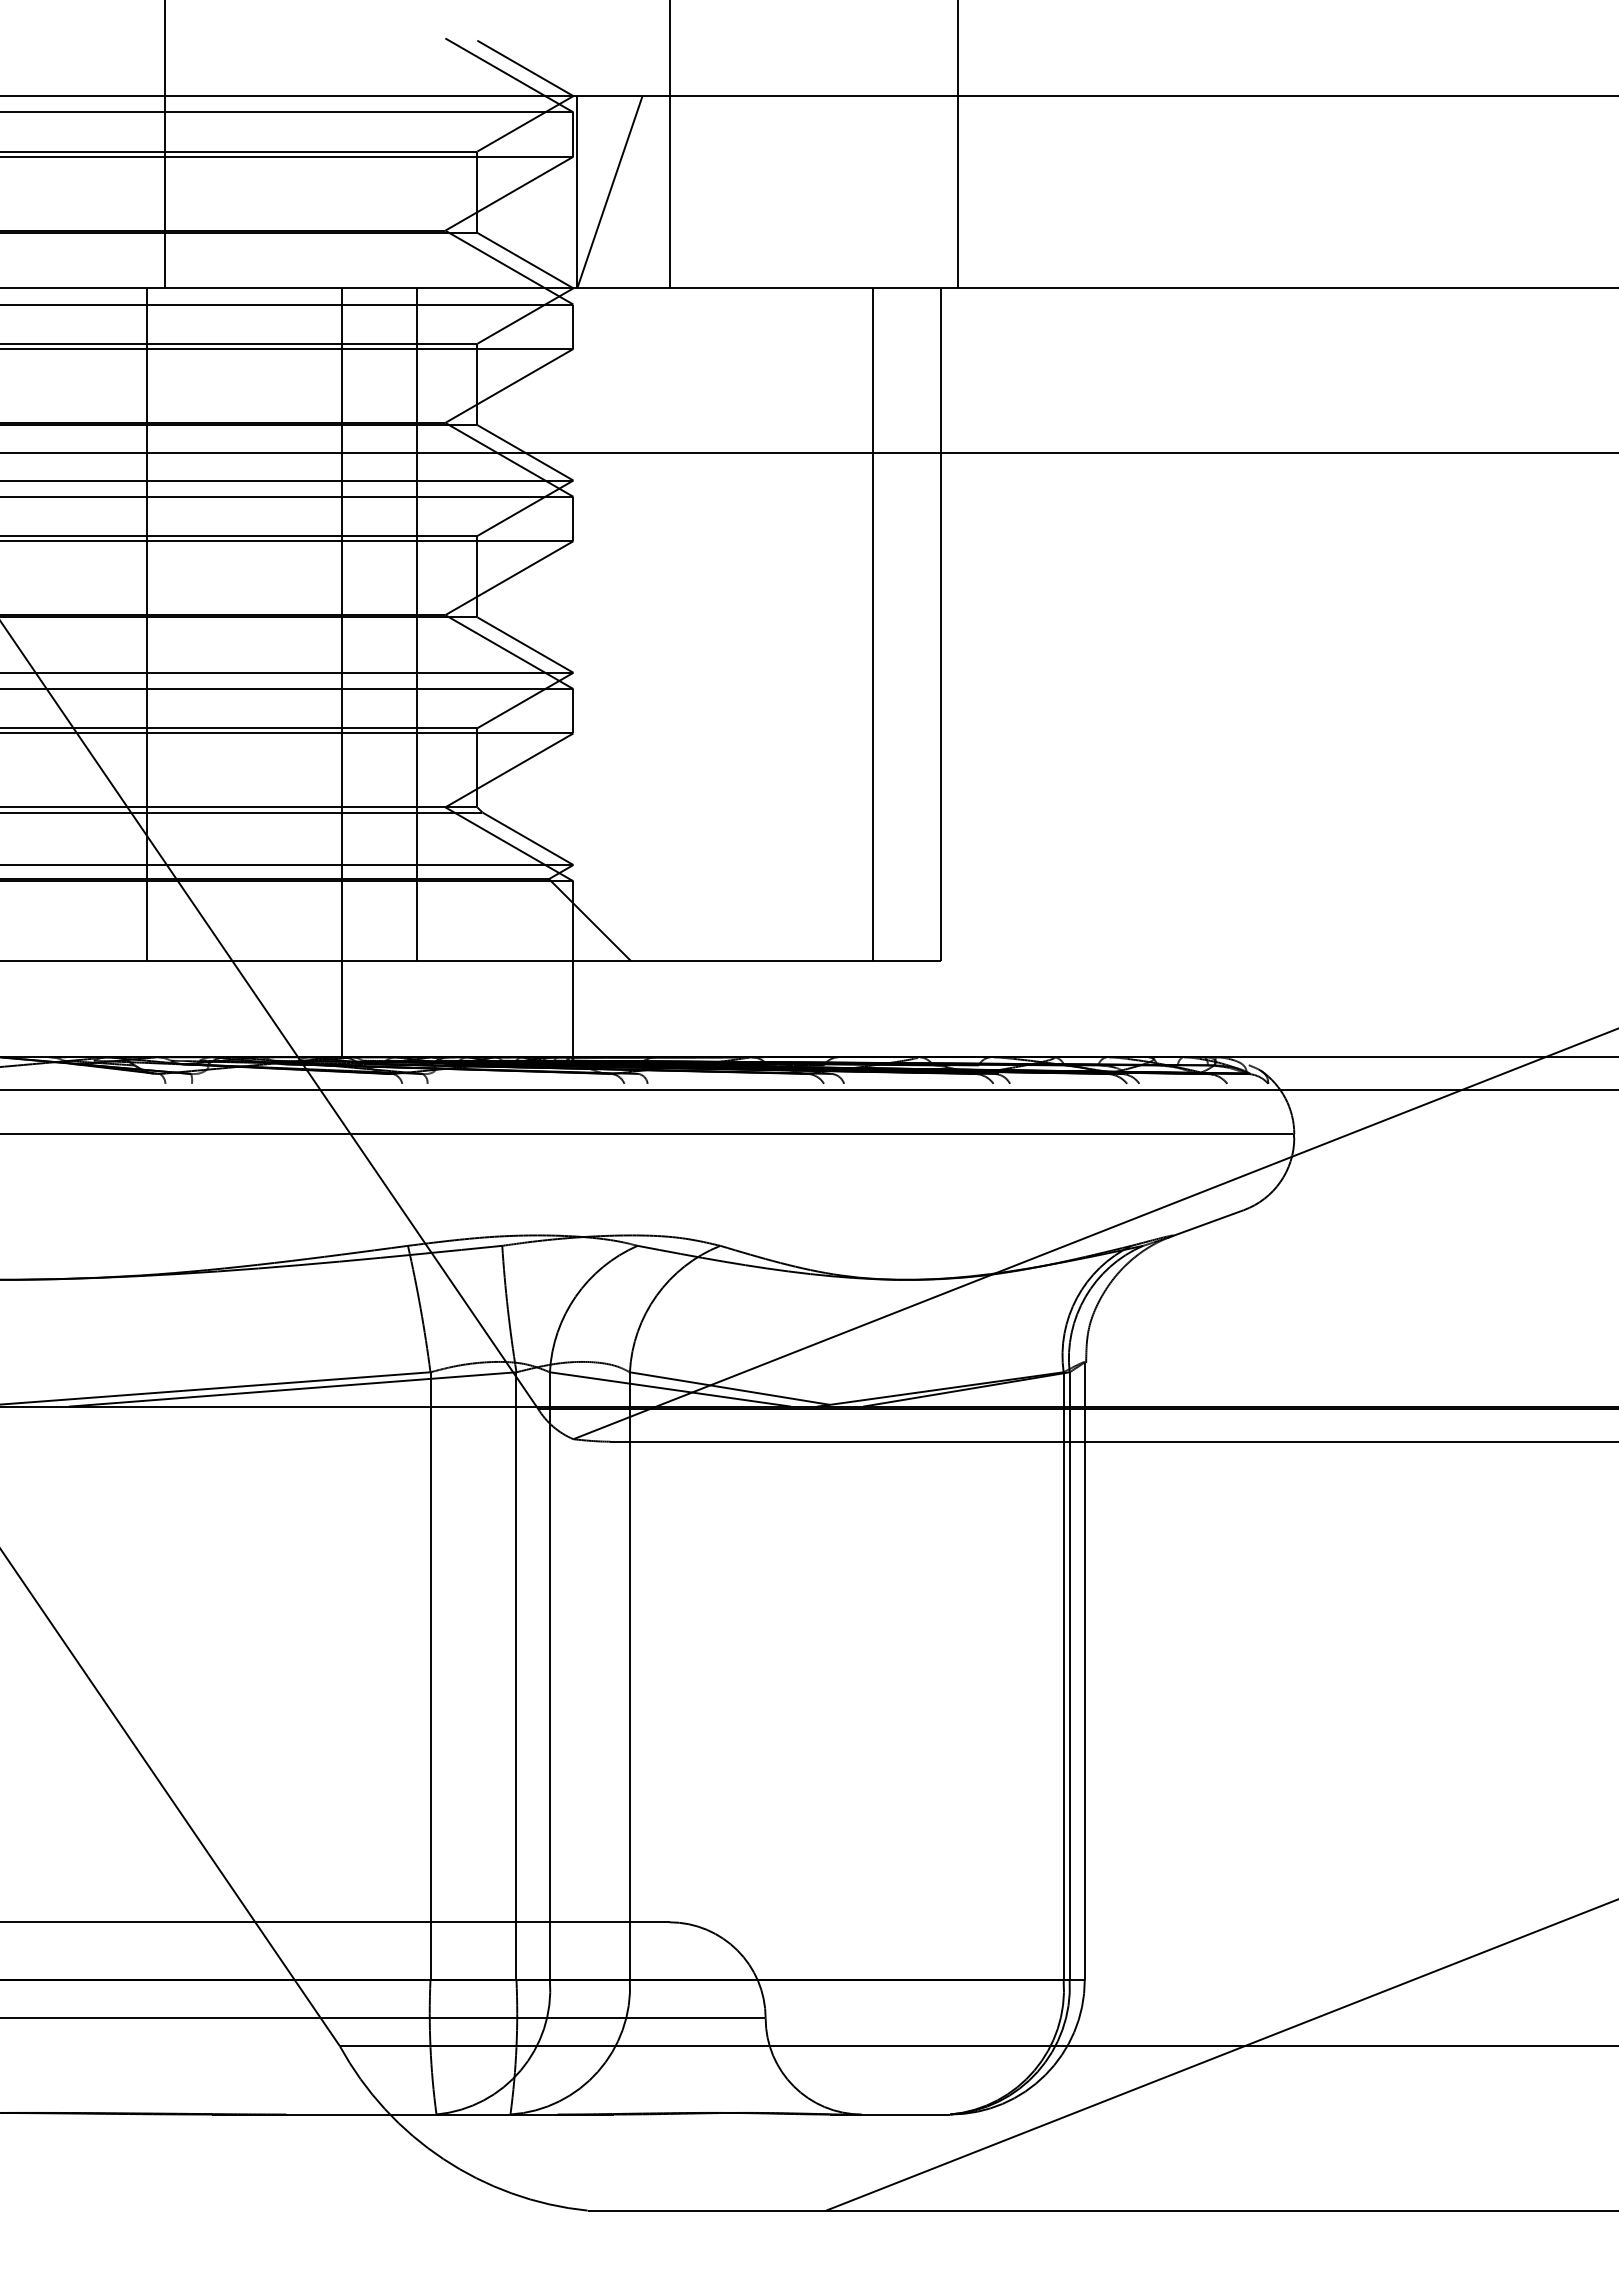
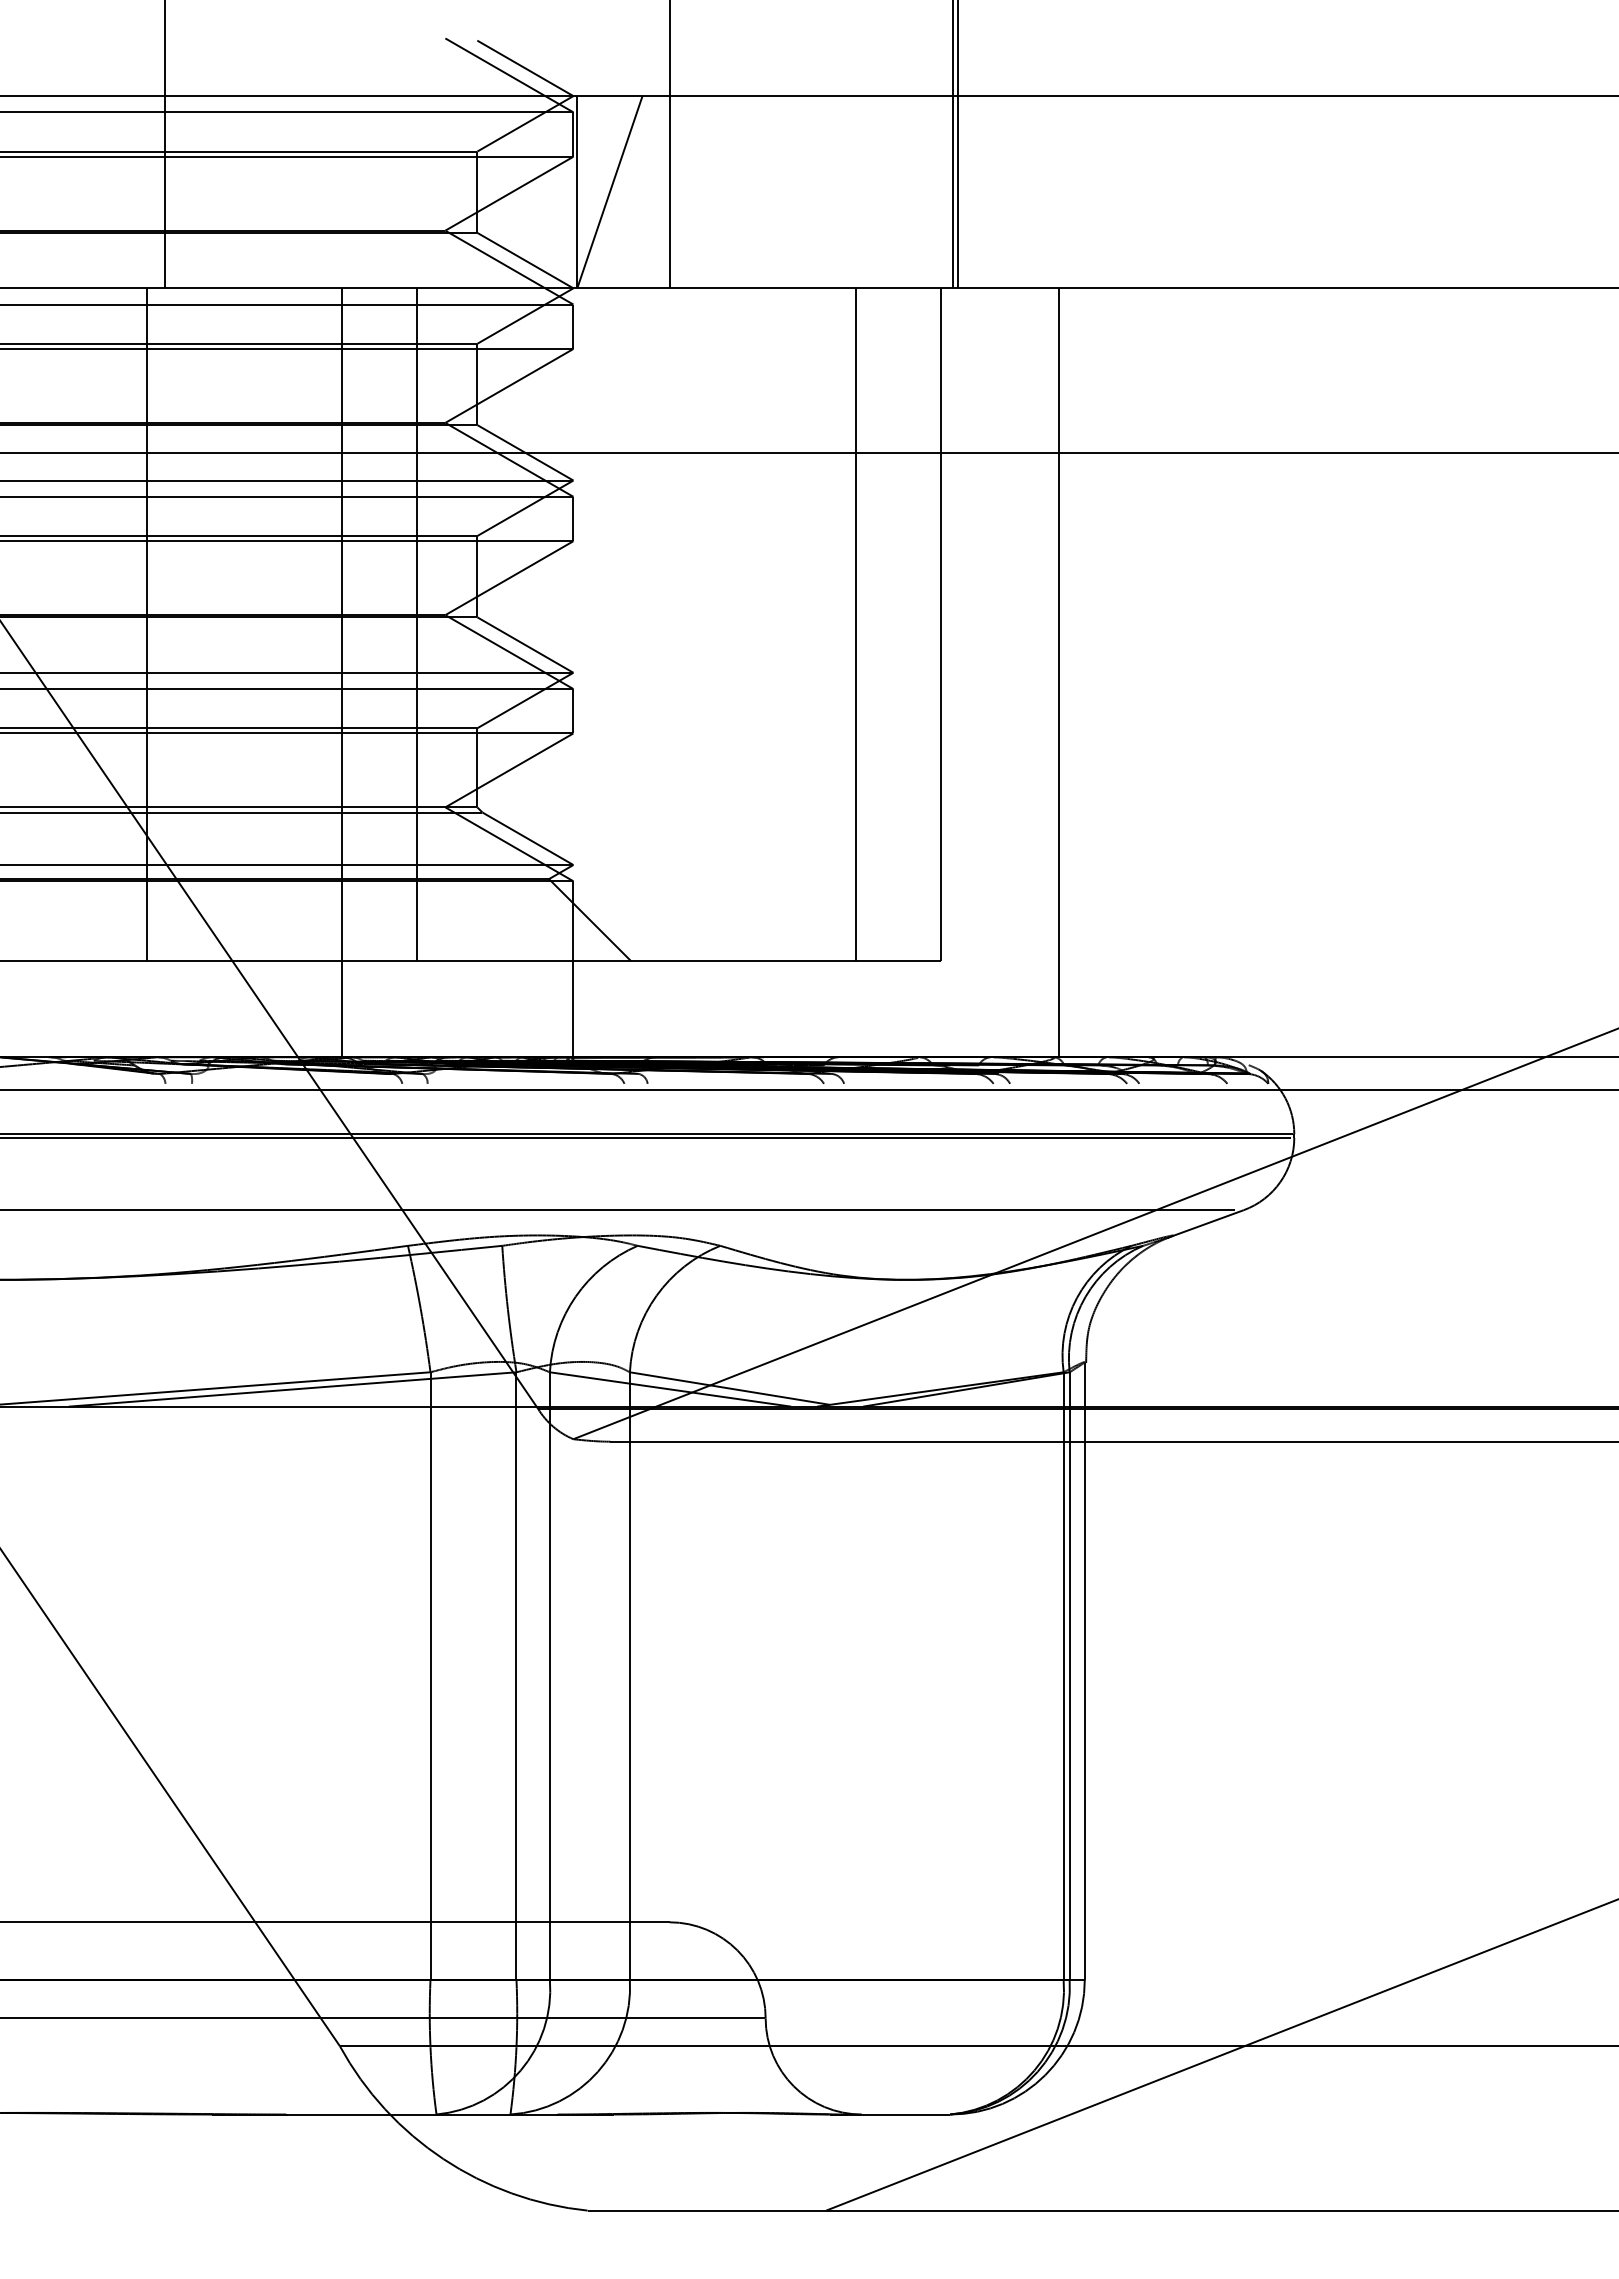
line at (953, 145): none -> present
line at (872, 624) position: (872, 624) -> (855, 624)
line at (1059, 672): none -> present
line at (646, 1137): none -> present
line at (618, 1210): none -> present
